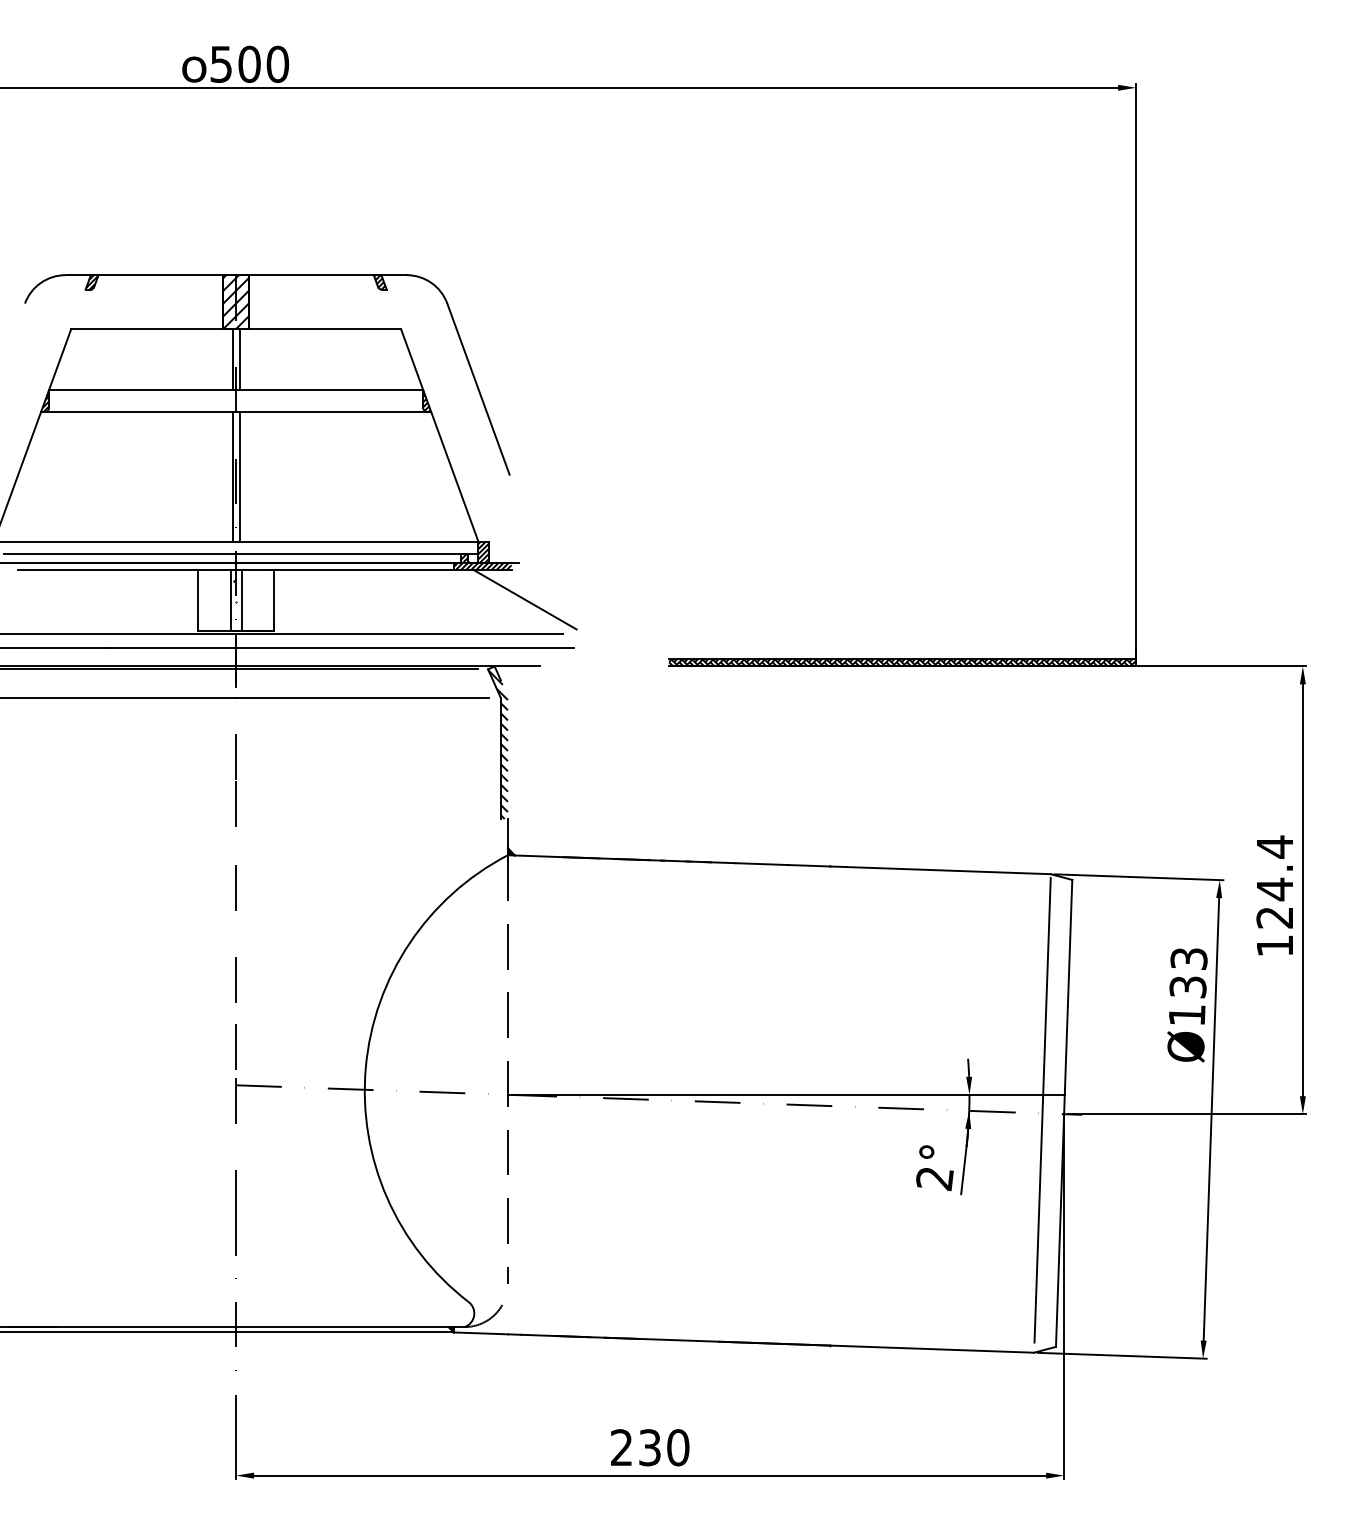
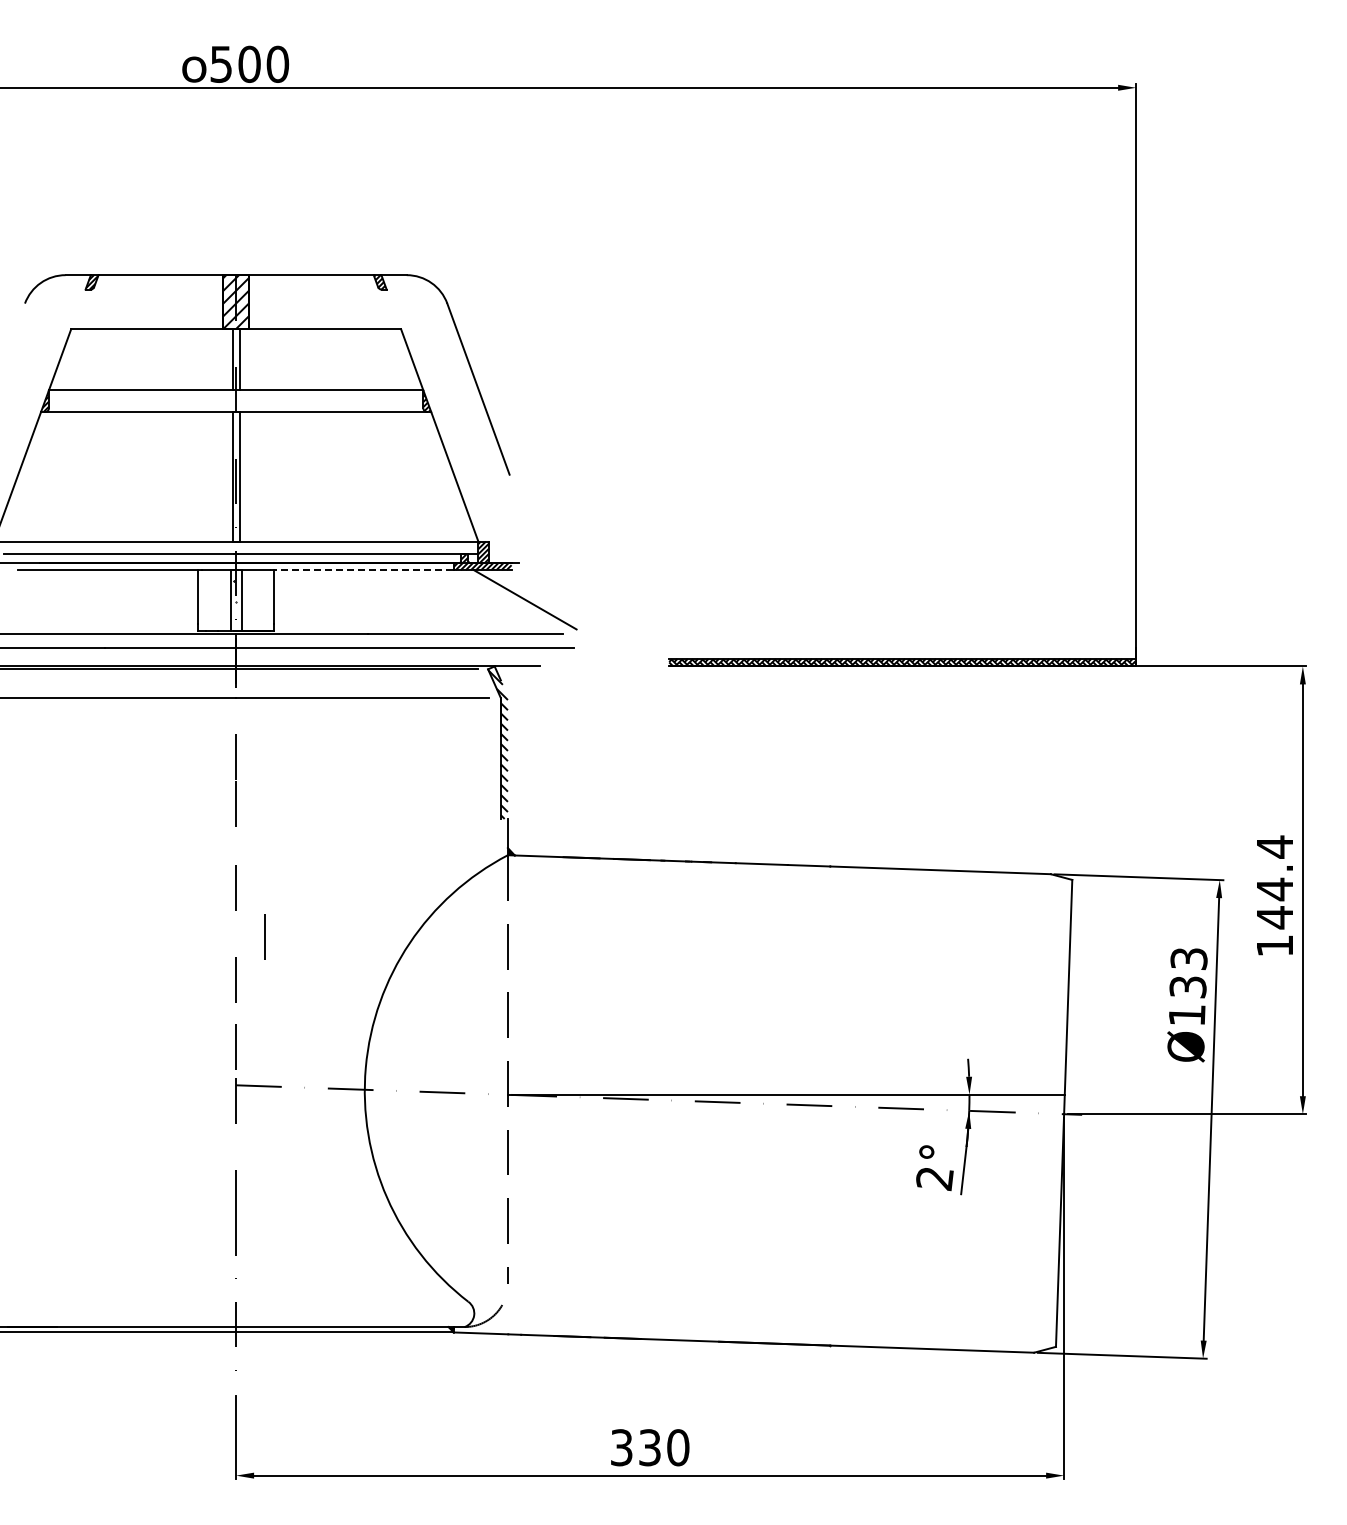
line at (362, 570): solid -> dashed
text at (1274, 917): 124.4 -> 144.4
line at (264, 936): none -> present
line at (1042, 1110): present -> none
text at (621, 1447): 230 -> 330
